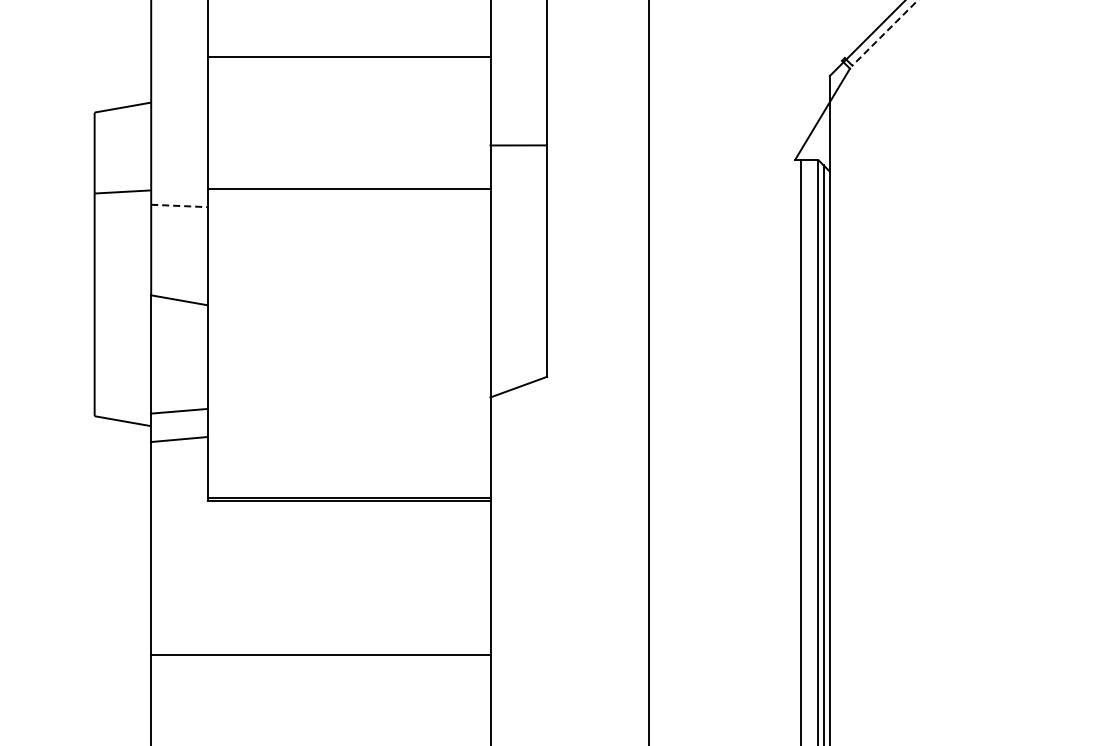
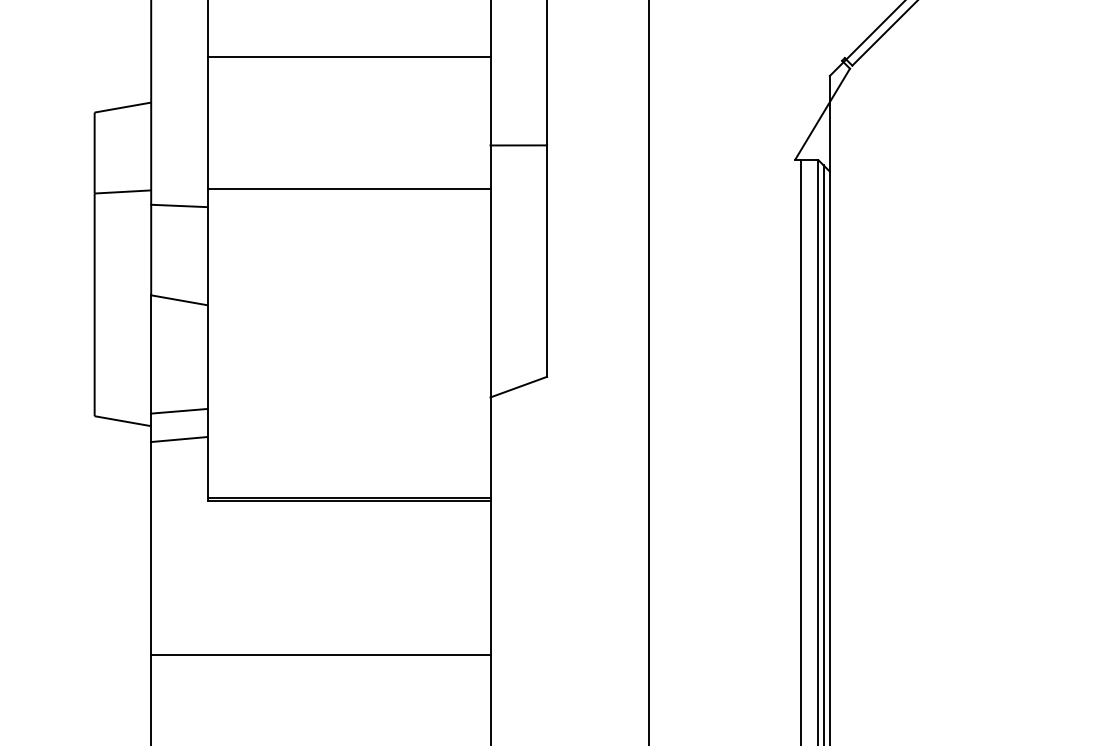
line at (884, 33): dashed -> solid
line at (179, 205): dashed -> solid
